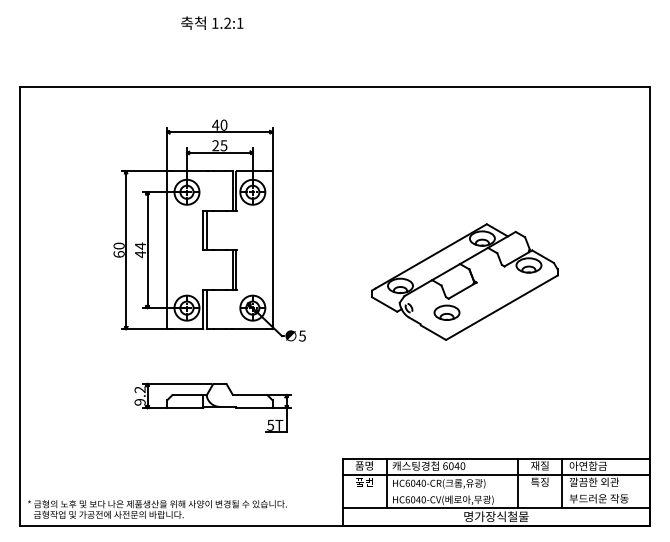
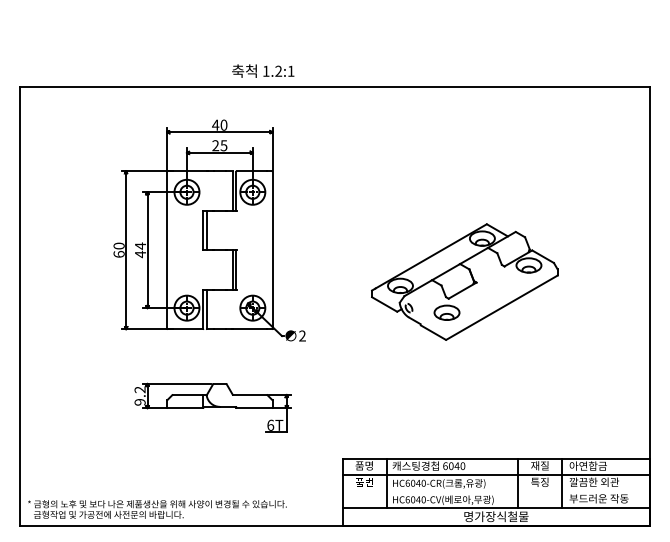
text at (212, 22) position: (212, 22) -> (263, 70)
text at (302, 335): 5 -> 2
text at (270, 424): 5T -> 6T
